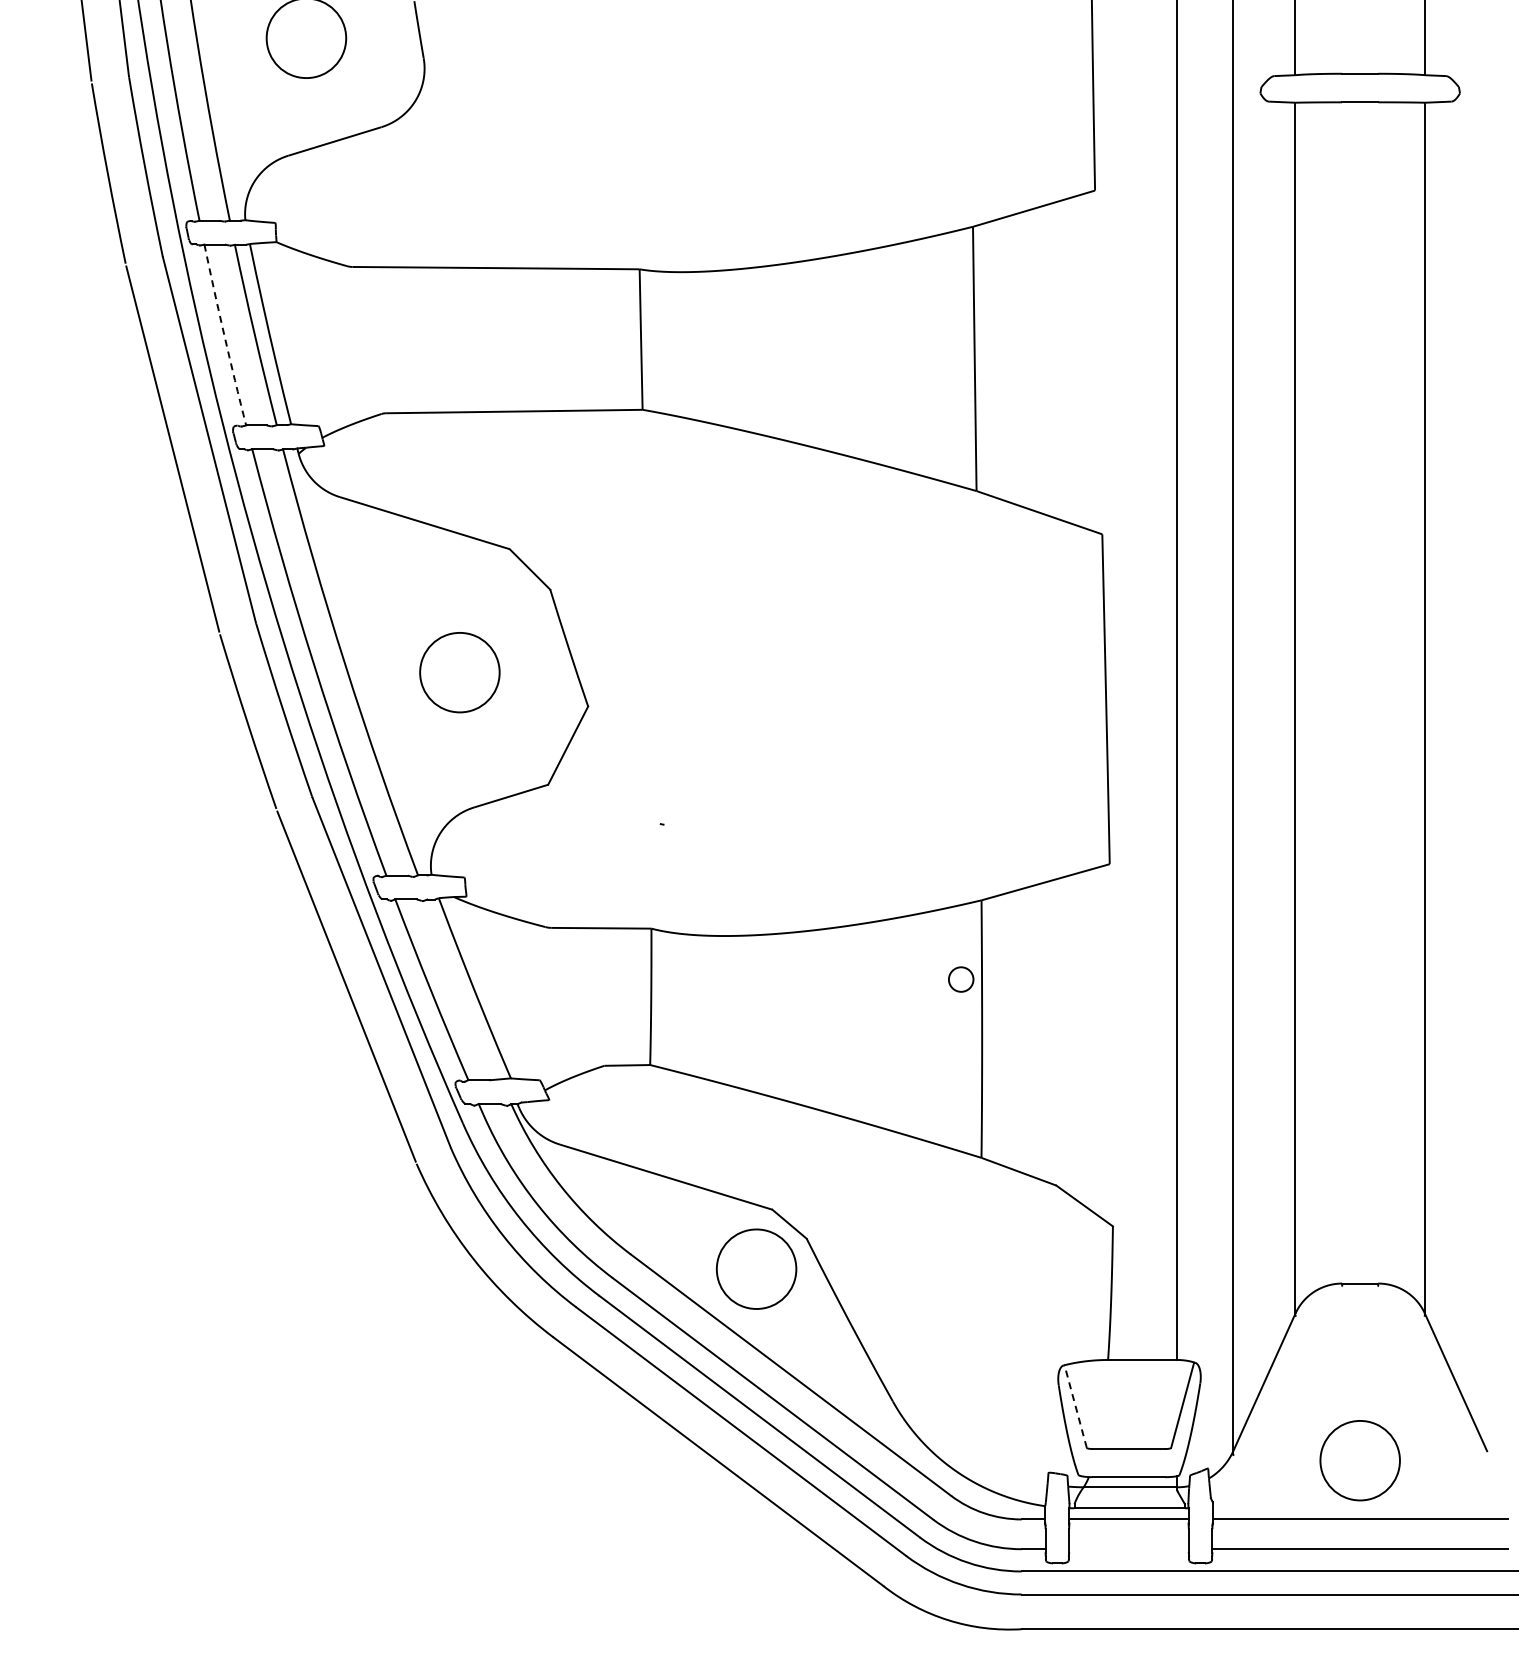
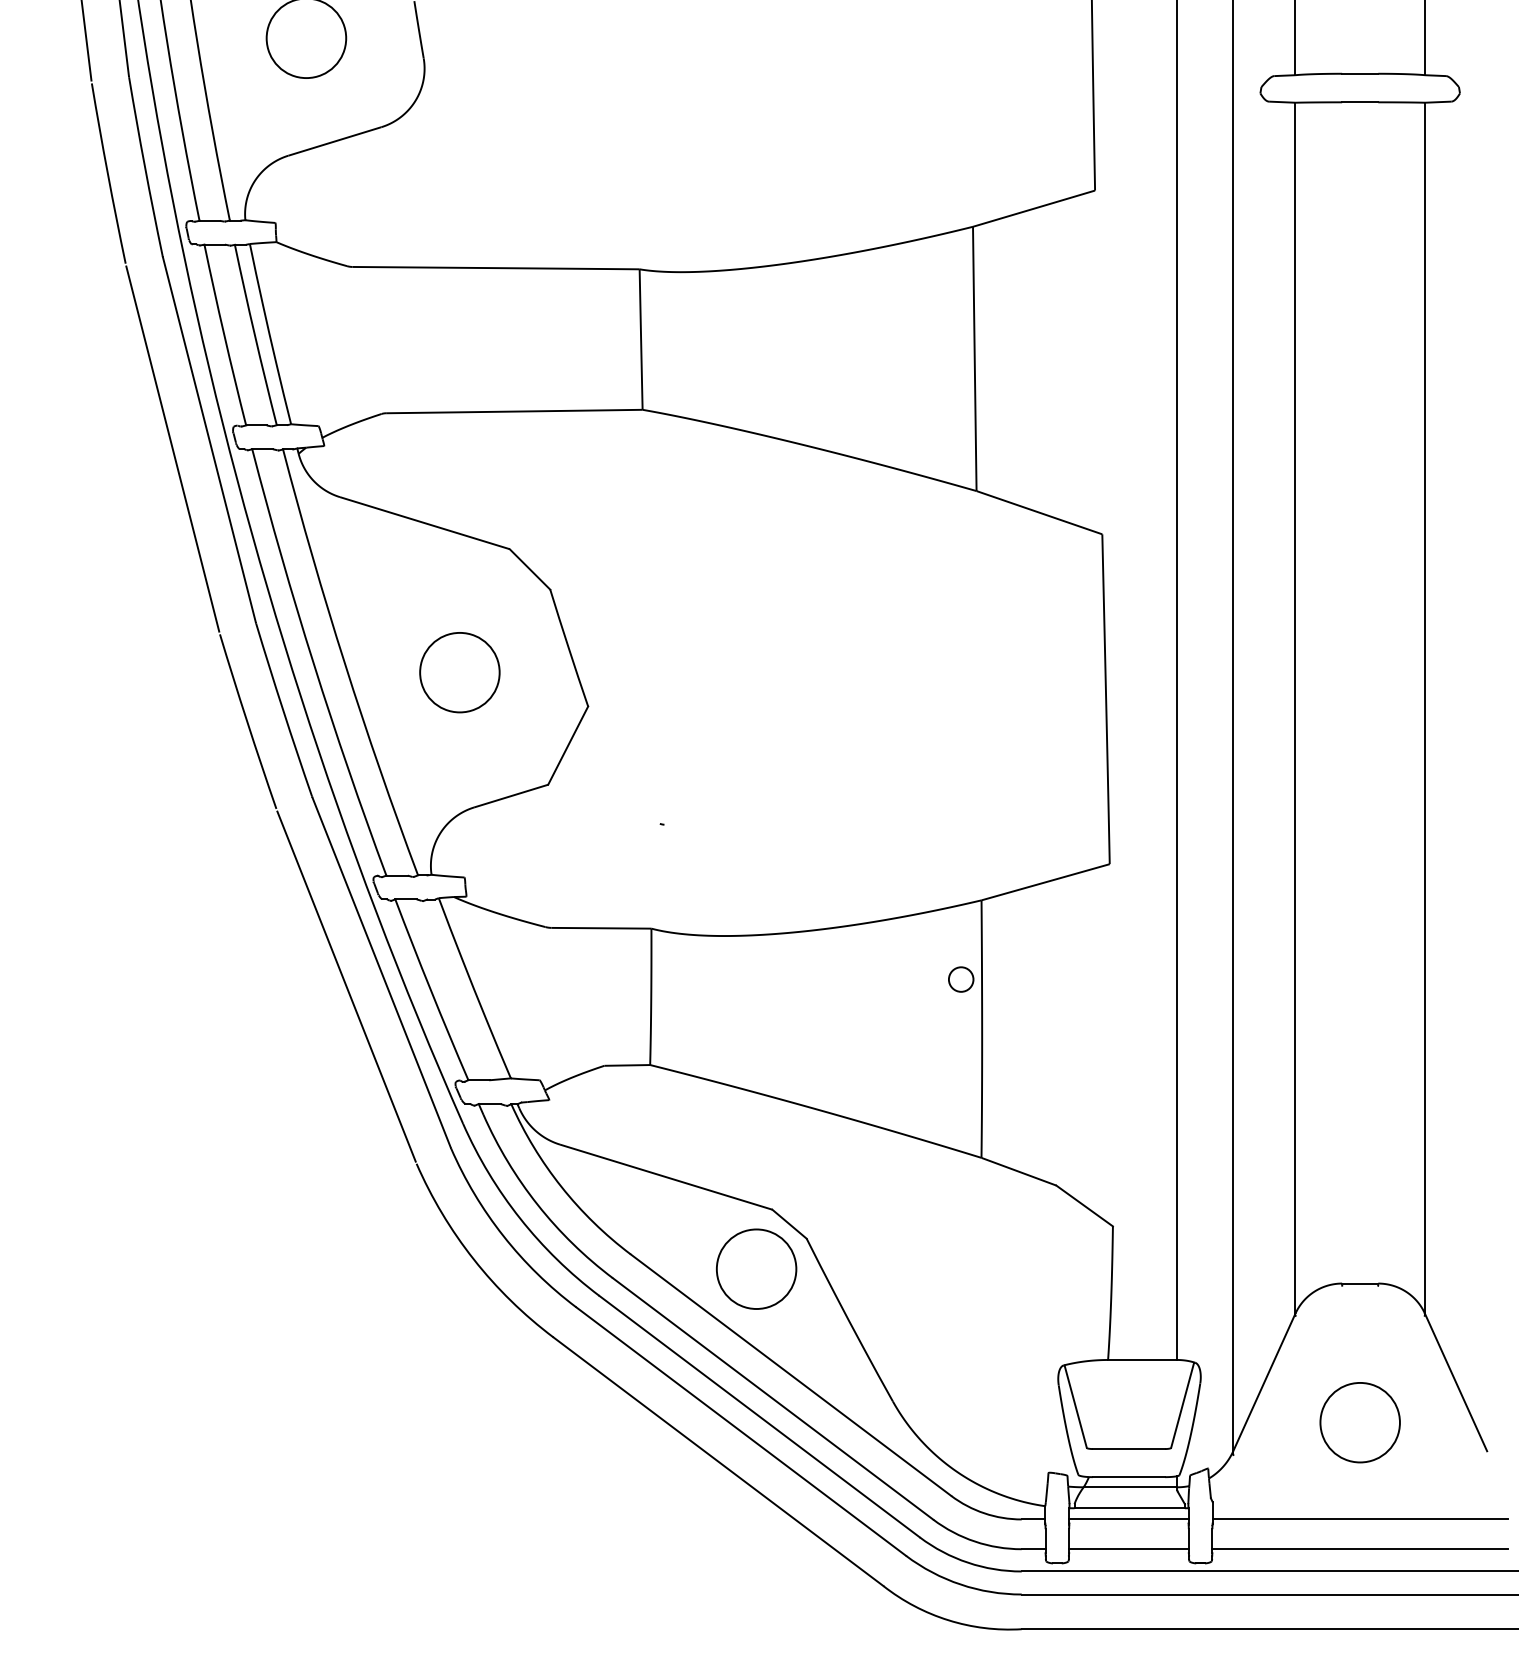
arc at (224, 335): dashed -> solid
line at (1075, 1406): dashed -> solid
circle at (1359, 1460) position: (1359, 1460) -> (1359, 1422)
line at (1128, 1549): none -> present
